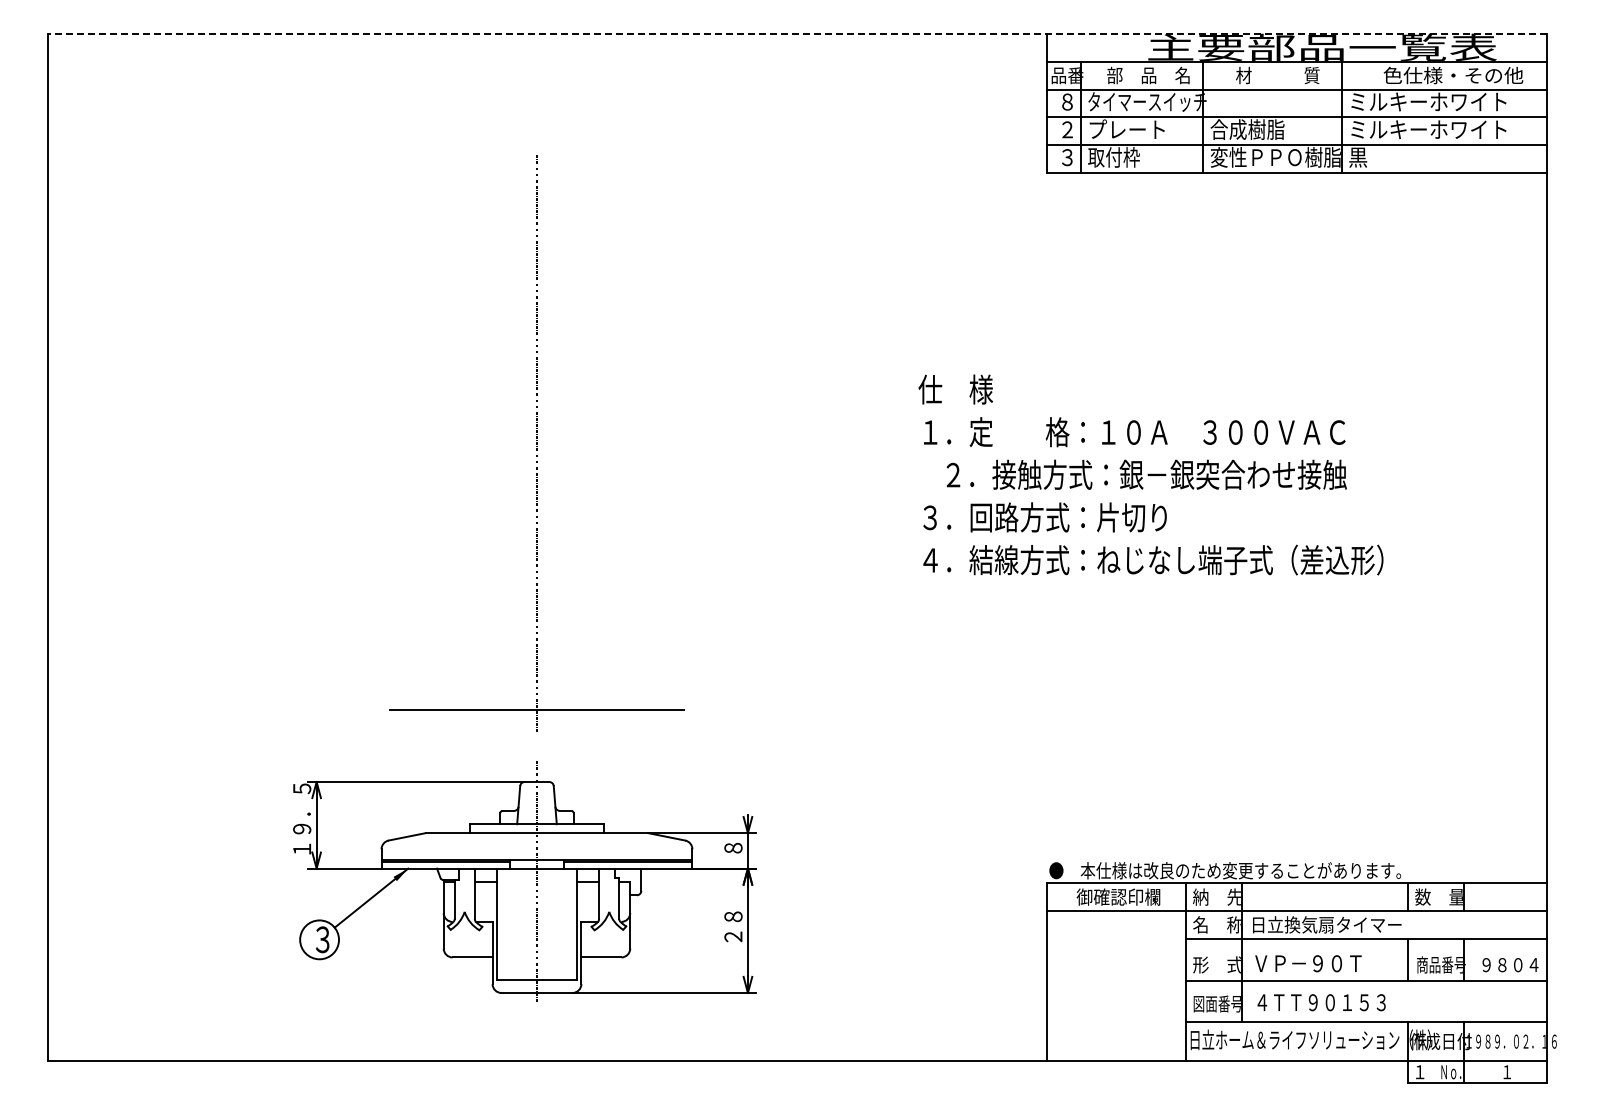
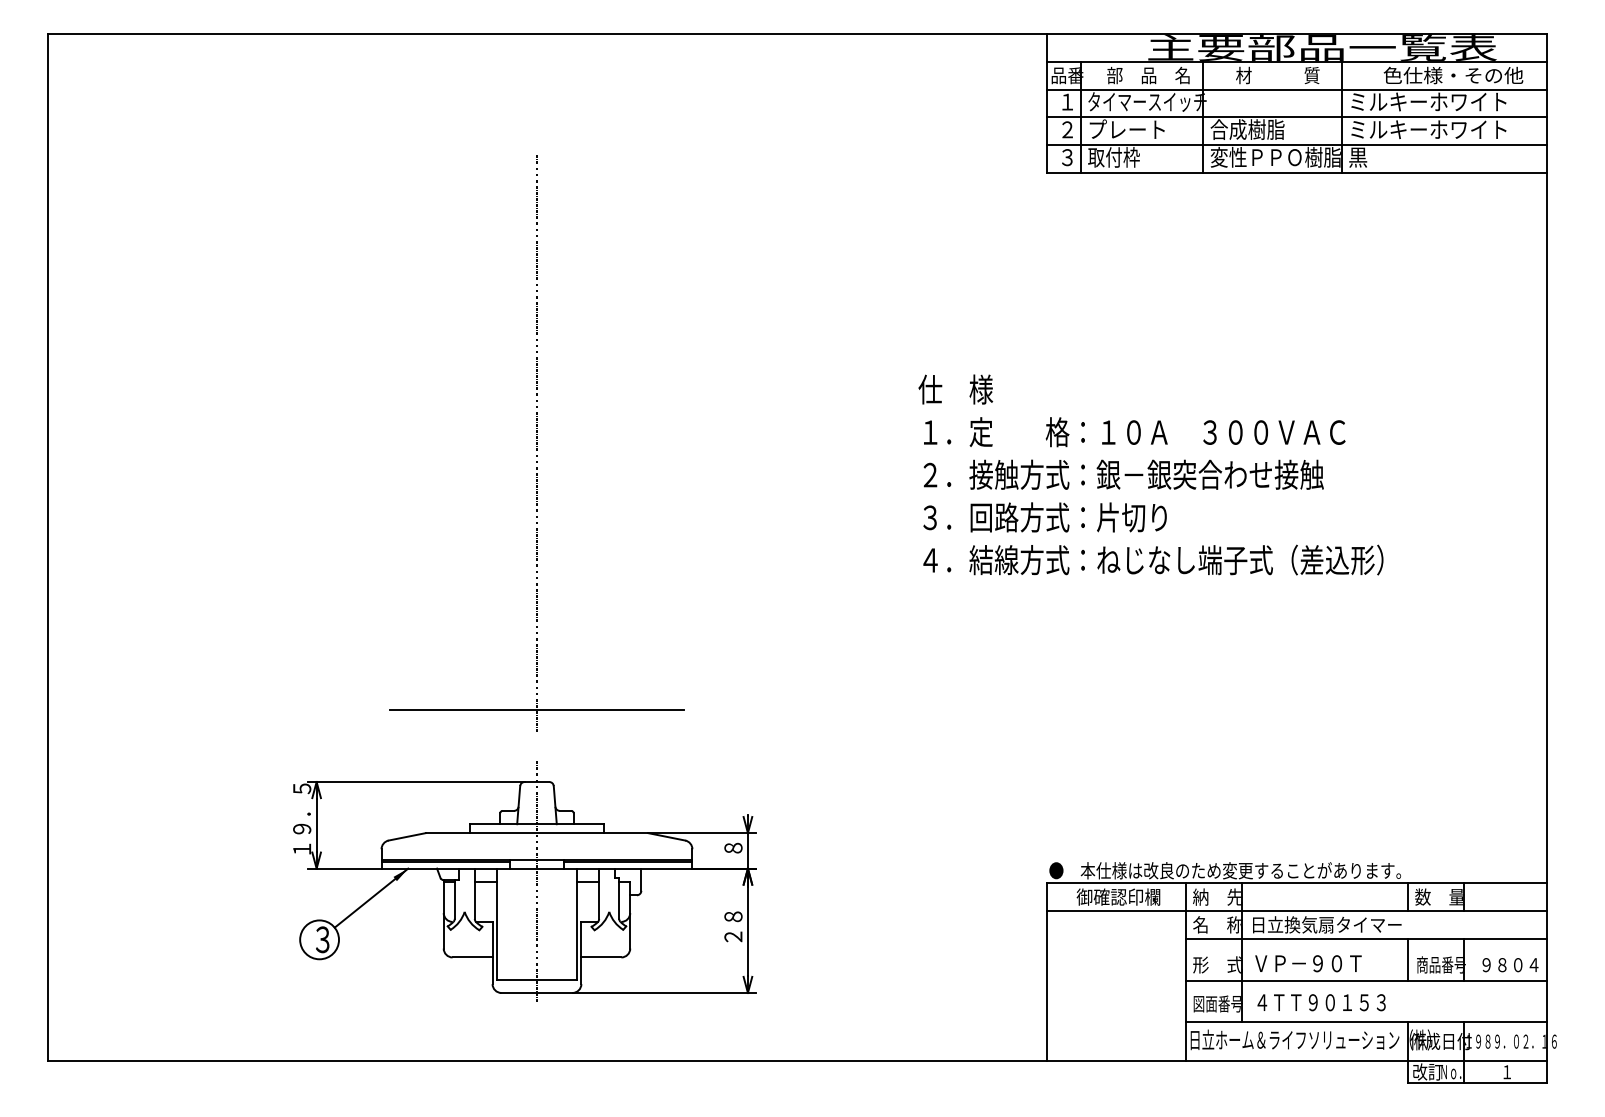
line at (797, 34): dashed -> solid
text at (1067, 101): ８ -> １
text at (1146, 474) position: (1146, 474) -> (1123, 474)
text at (1428, 1071): １ -> 改訂
